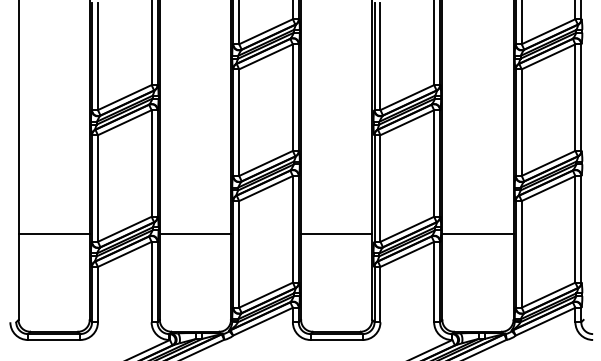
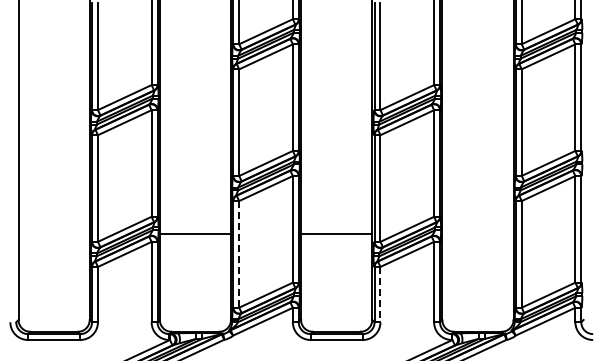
line at (53, 234): present -> none
line at (477, 234): present -> none
line at (239, 254): solid -> dashed
line at (380, 294): solid -> dashed
